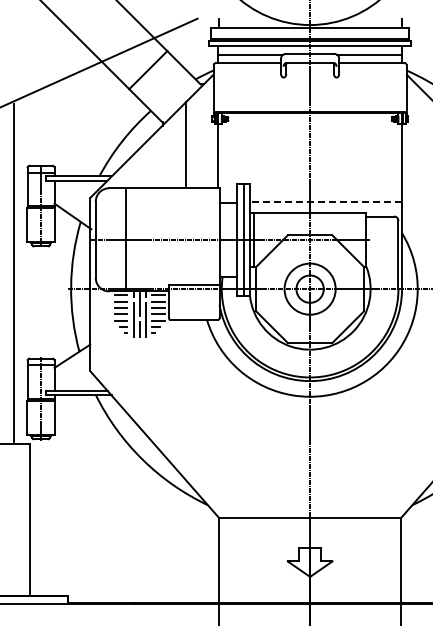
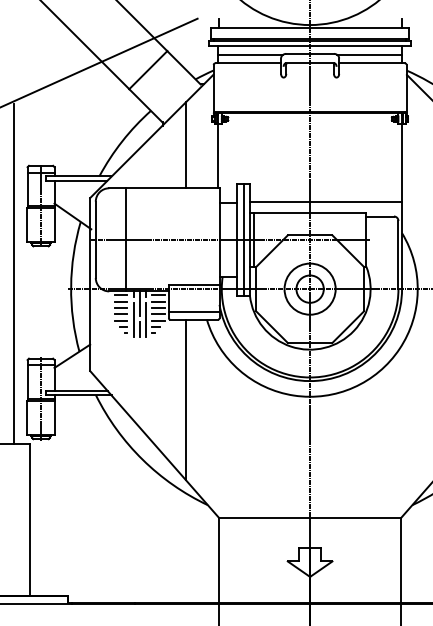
line at (325, 202): dashed -> solid
line at (193, 312): none -> present
line at (185, 399): none -> present
